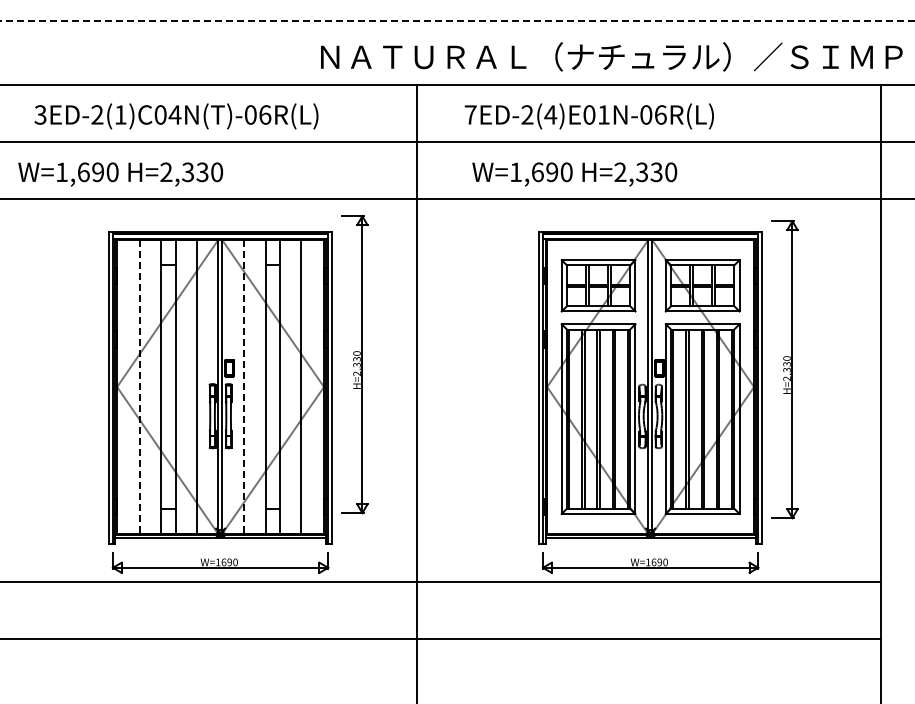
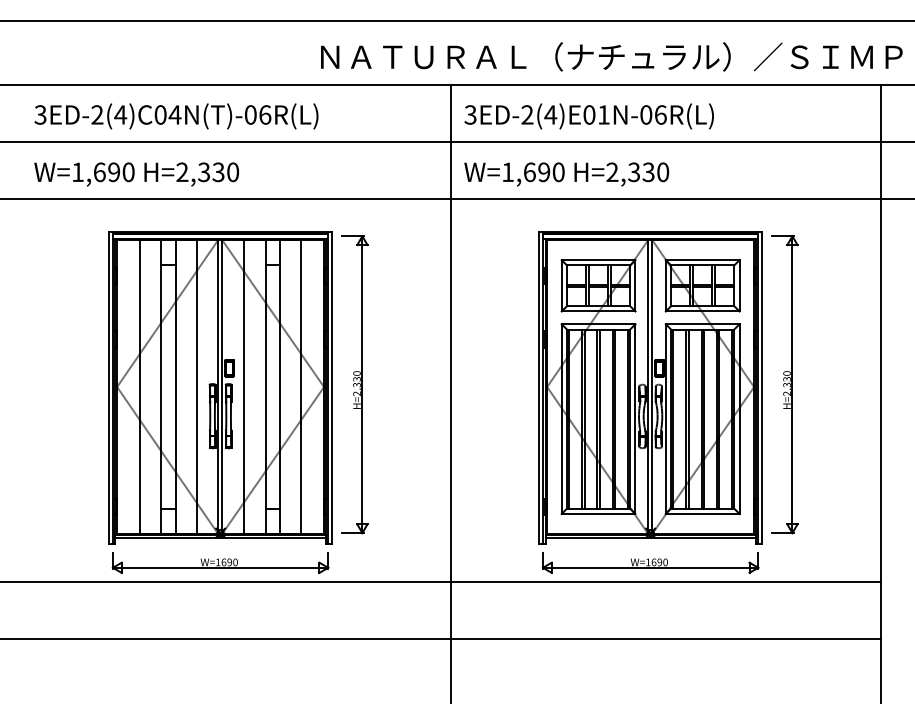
line at (457, 21): dashed -> solid
text at (120, 114): 3ED-2(1)C04N(T)-06R(L) -> 3ED-2(4)C04N(T)-06R(L)
text at (470, 114): 7ED-2(4)E01N-06R(L) -> 3ED-2(4)E01N-06R(L)
text at (120, 174) position: (120, 174) -> (136, 174)
text at (574, 174) position: (574, 174) -> (566, 174)
part at (354, 364) position: (354, 364) -> (354, 384)
part at (784, 369) position: (784, 369) -> (784, 384)
line at (139, 387): dashed -> solid
line at (243, 387): dashed -> solid
line at (416, 392) position: (416, 392) -> (450, 392)
